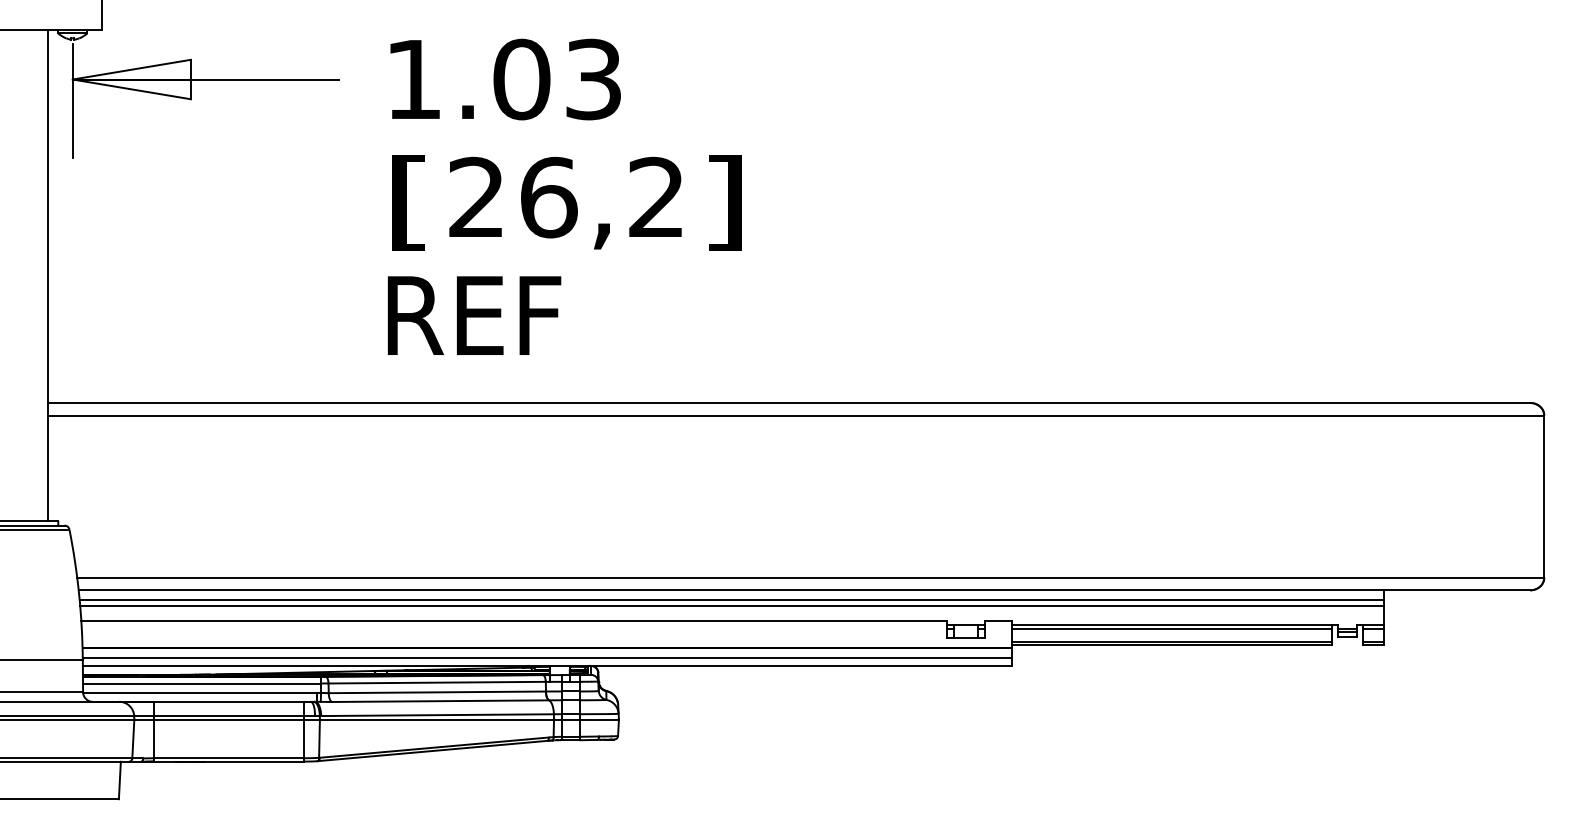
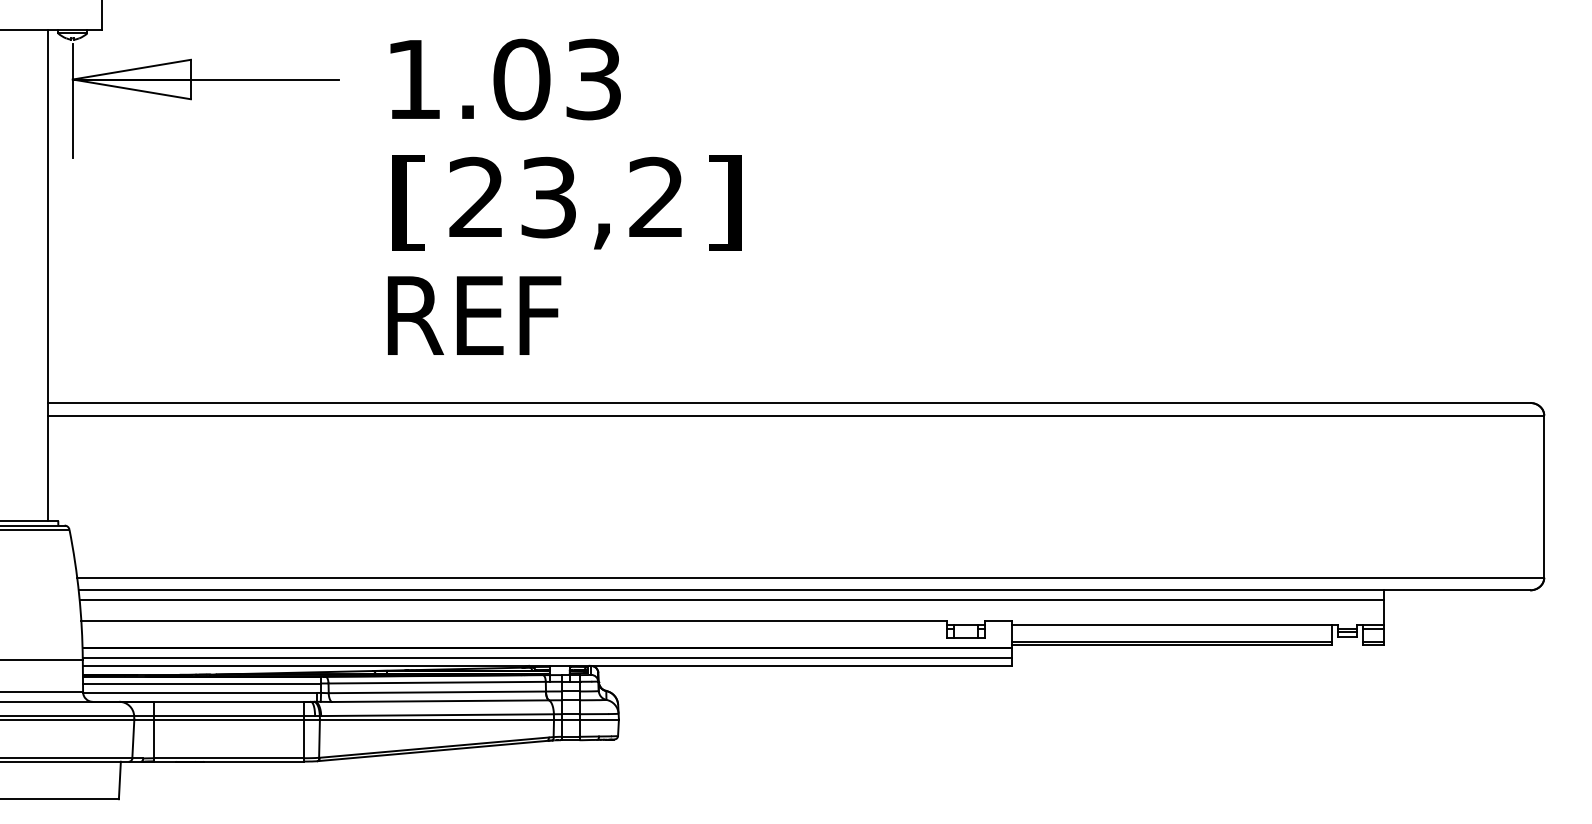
text at (549, 197): 26,2 -> 23,2
line at (732, 605): present -> none
line at (1172, 629): present -> none
